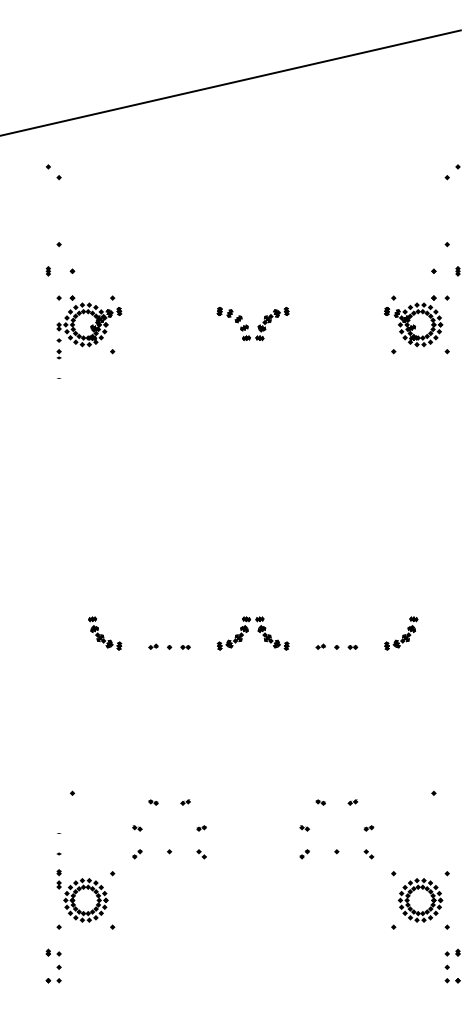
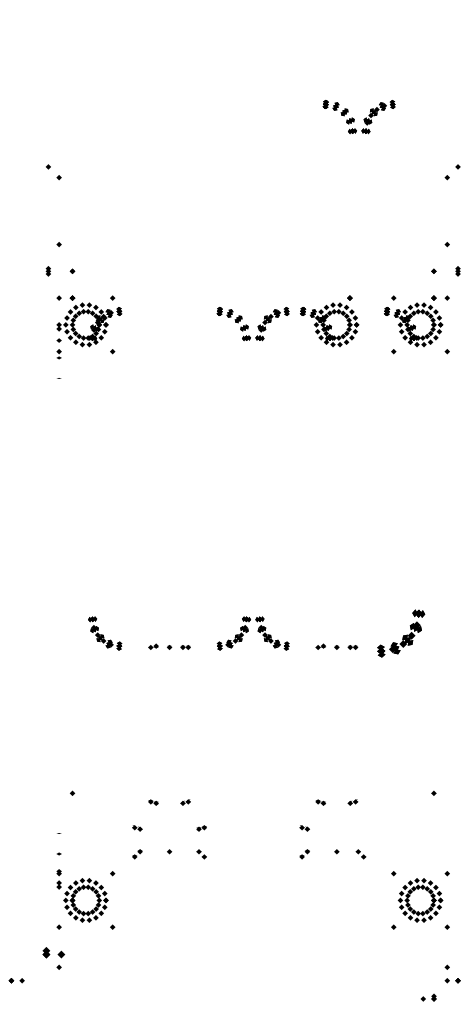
line at (231, 82): present -> none
part at (358, 117): none -> present
part at (329, 321): none -> present
part at (401, 633) size: 35x35 px -> 49x49 px
part at (368, 828): present -> none
part at (368, 854) position: (368, 854) -> (360, 854)
part at (53, 952) size: 17x9 px -> 24x12 px
part at (452, 952) position: (452, 952) -> (428, 997)
part at (53, 980) position: (53, 980) -> (16, 980)
